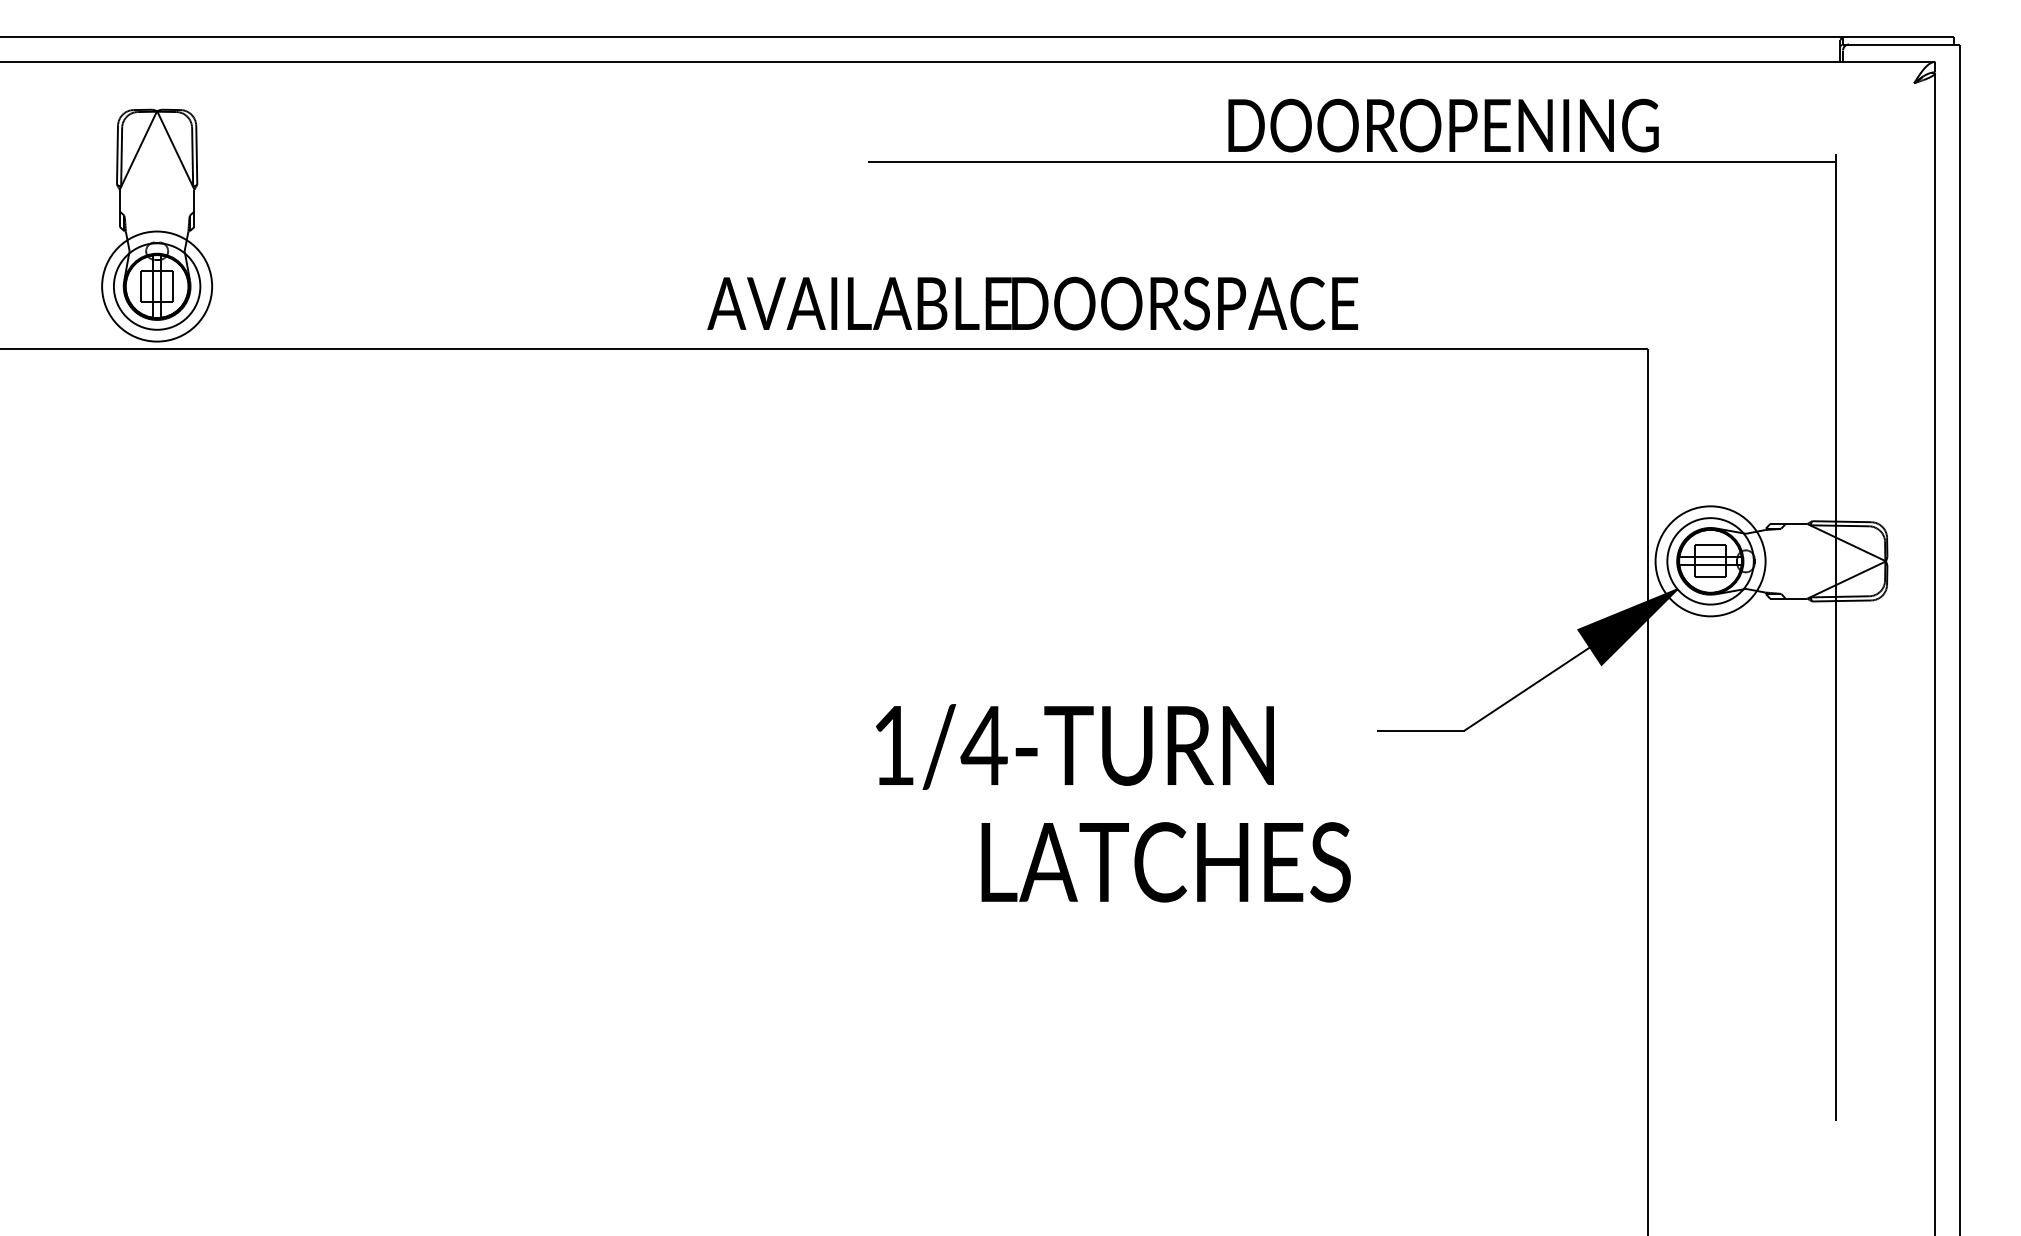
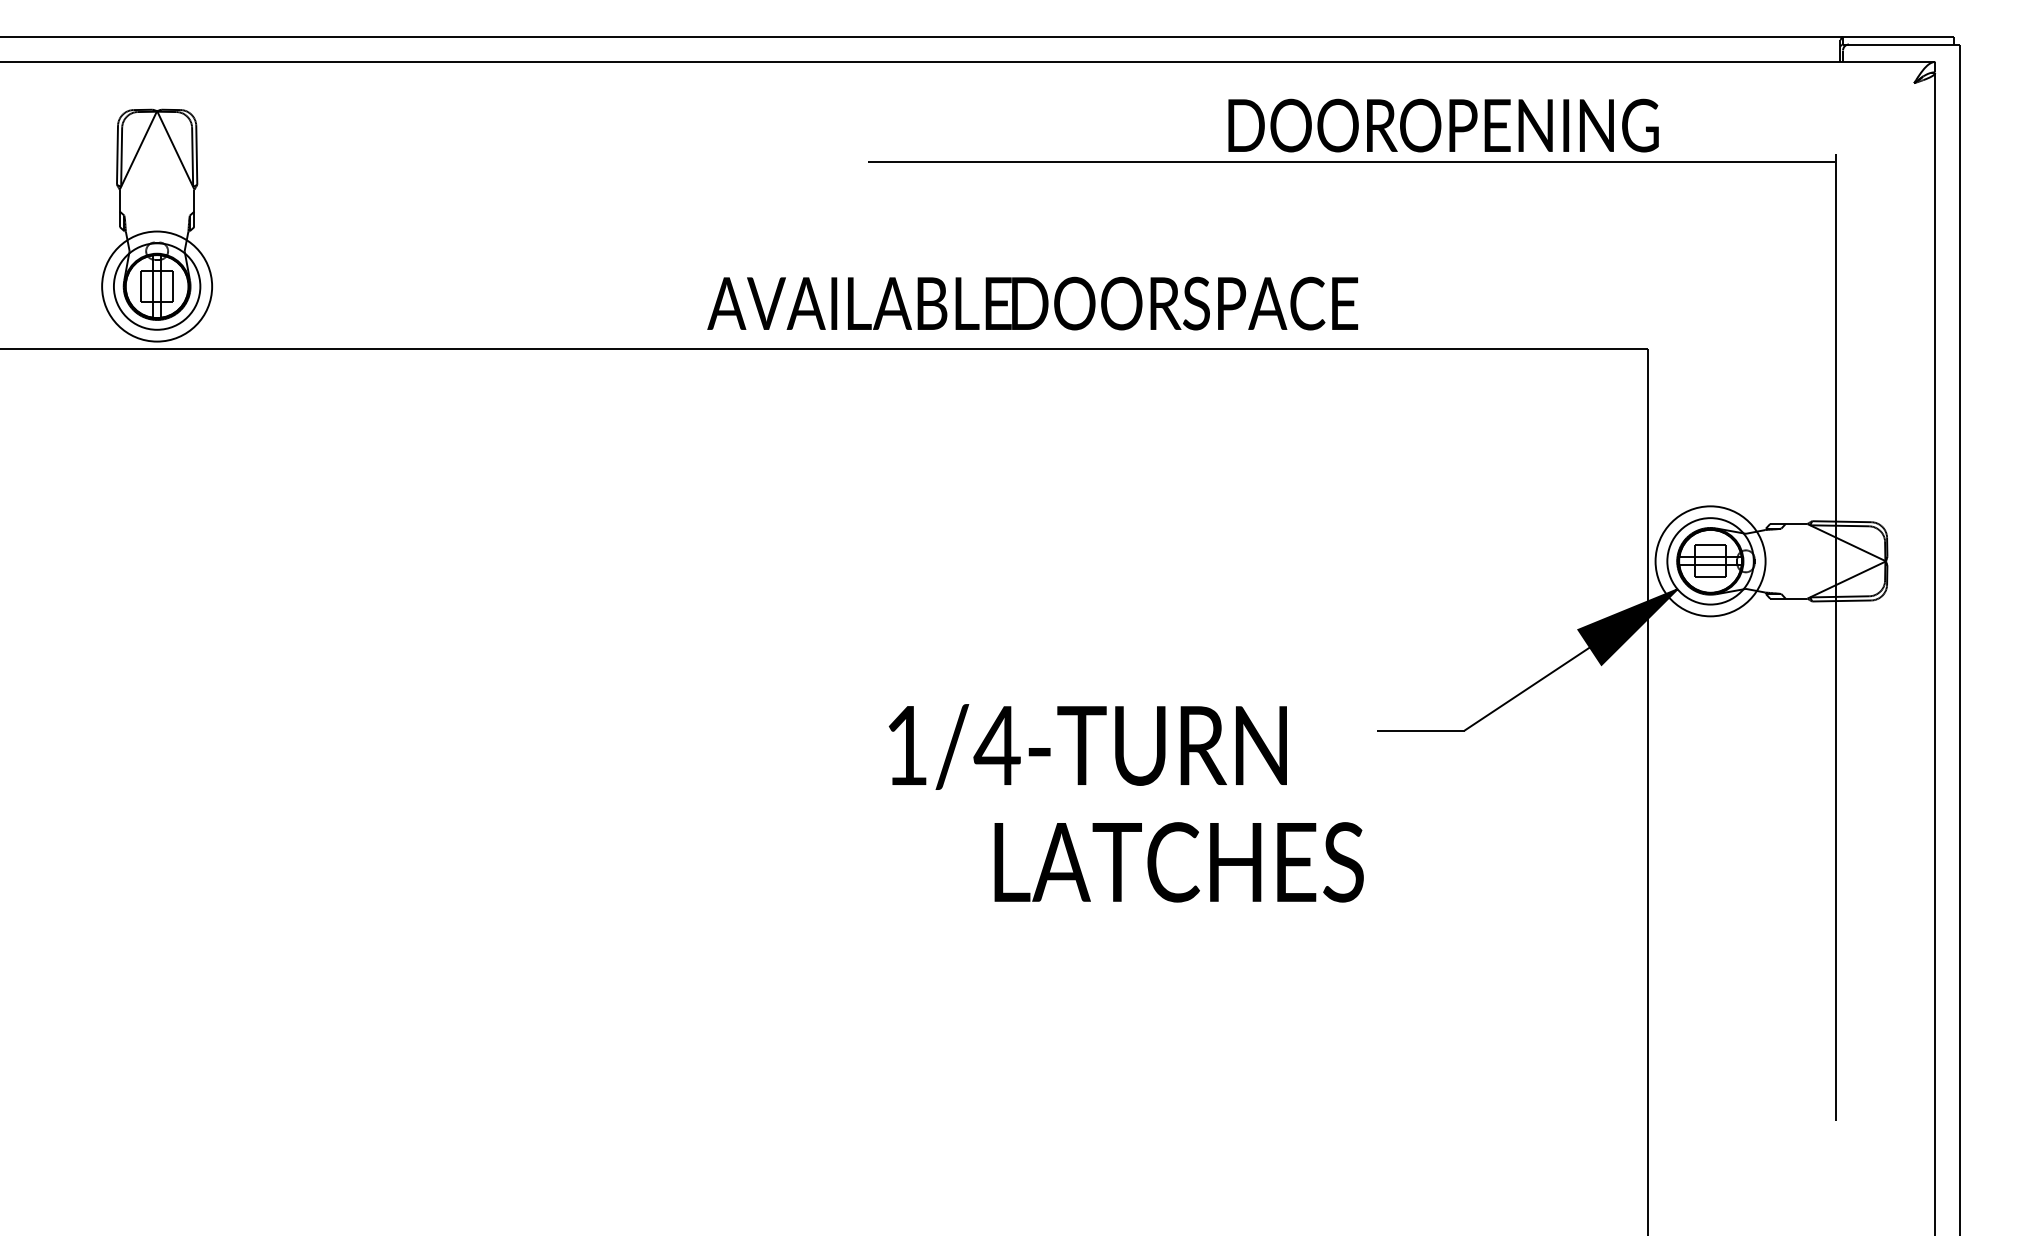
text at (1112, 803) position: (1112, 803) -> (1125, 803)
